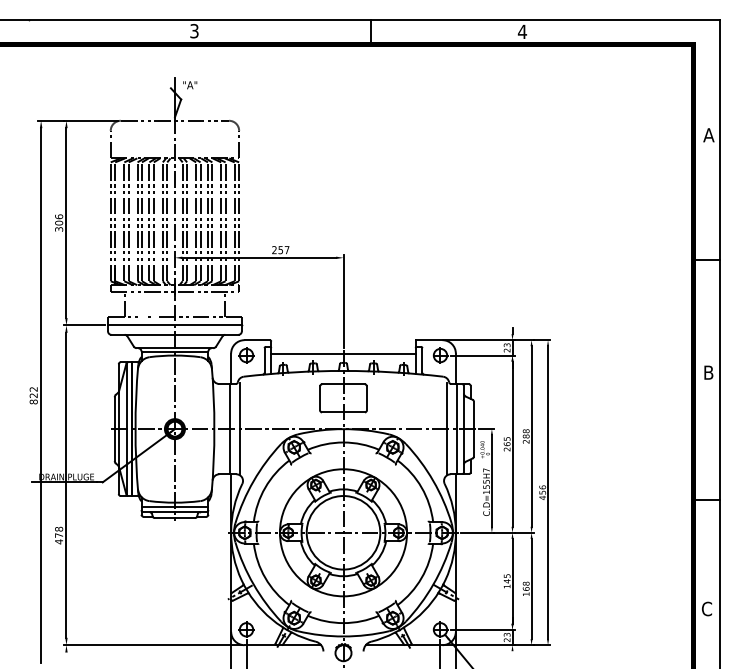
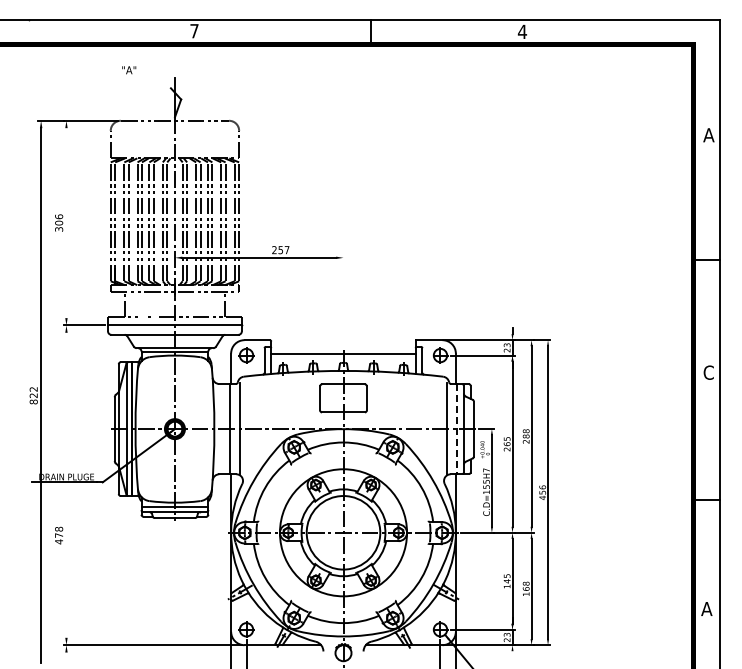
text at (194, 31): 3 -> 7
text at (190, 85) position: (190, 85) -> (129, 70)
line at (66, 223): present -> none
line at (343, 301): present -> none
text at (708, 372): B -> C
line at (457, 429): solid -> dashed
line at (66, 484): present -> none
text at (706, 608): C -> A
